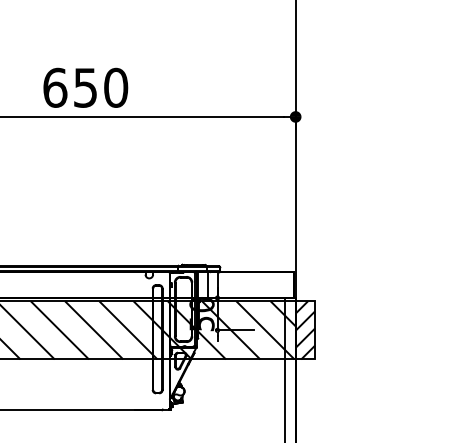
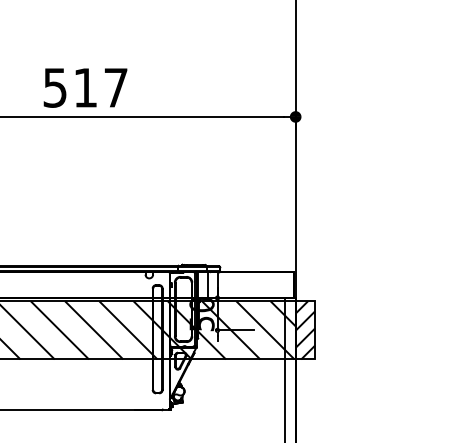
text at (85, 87): 650 -> 517
